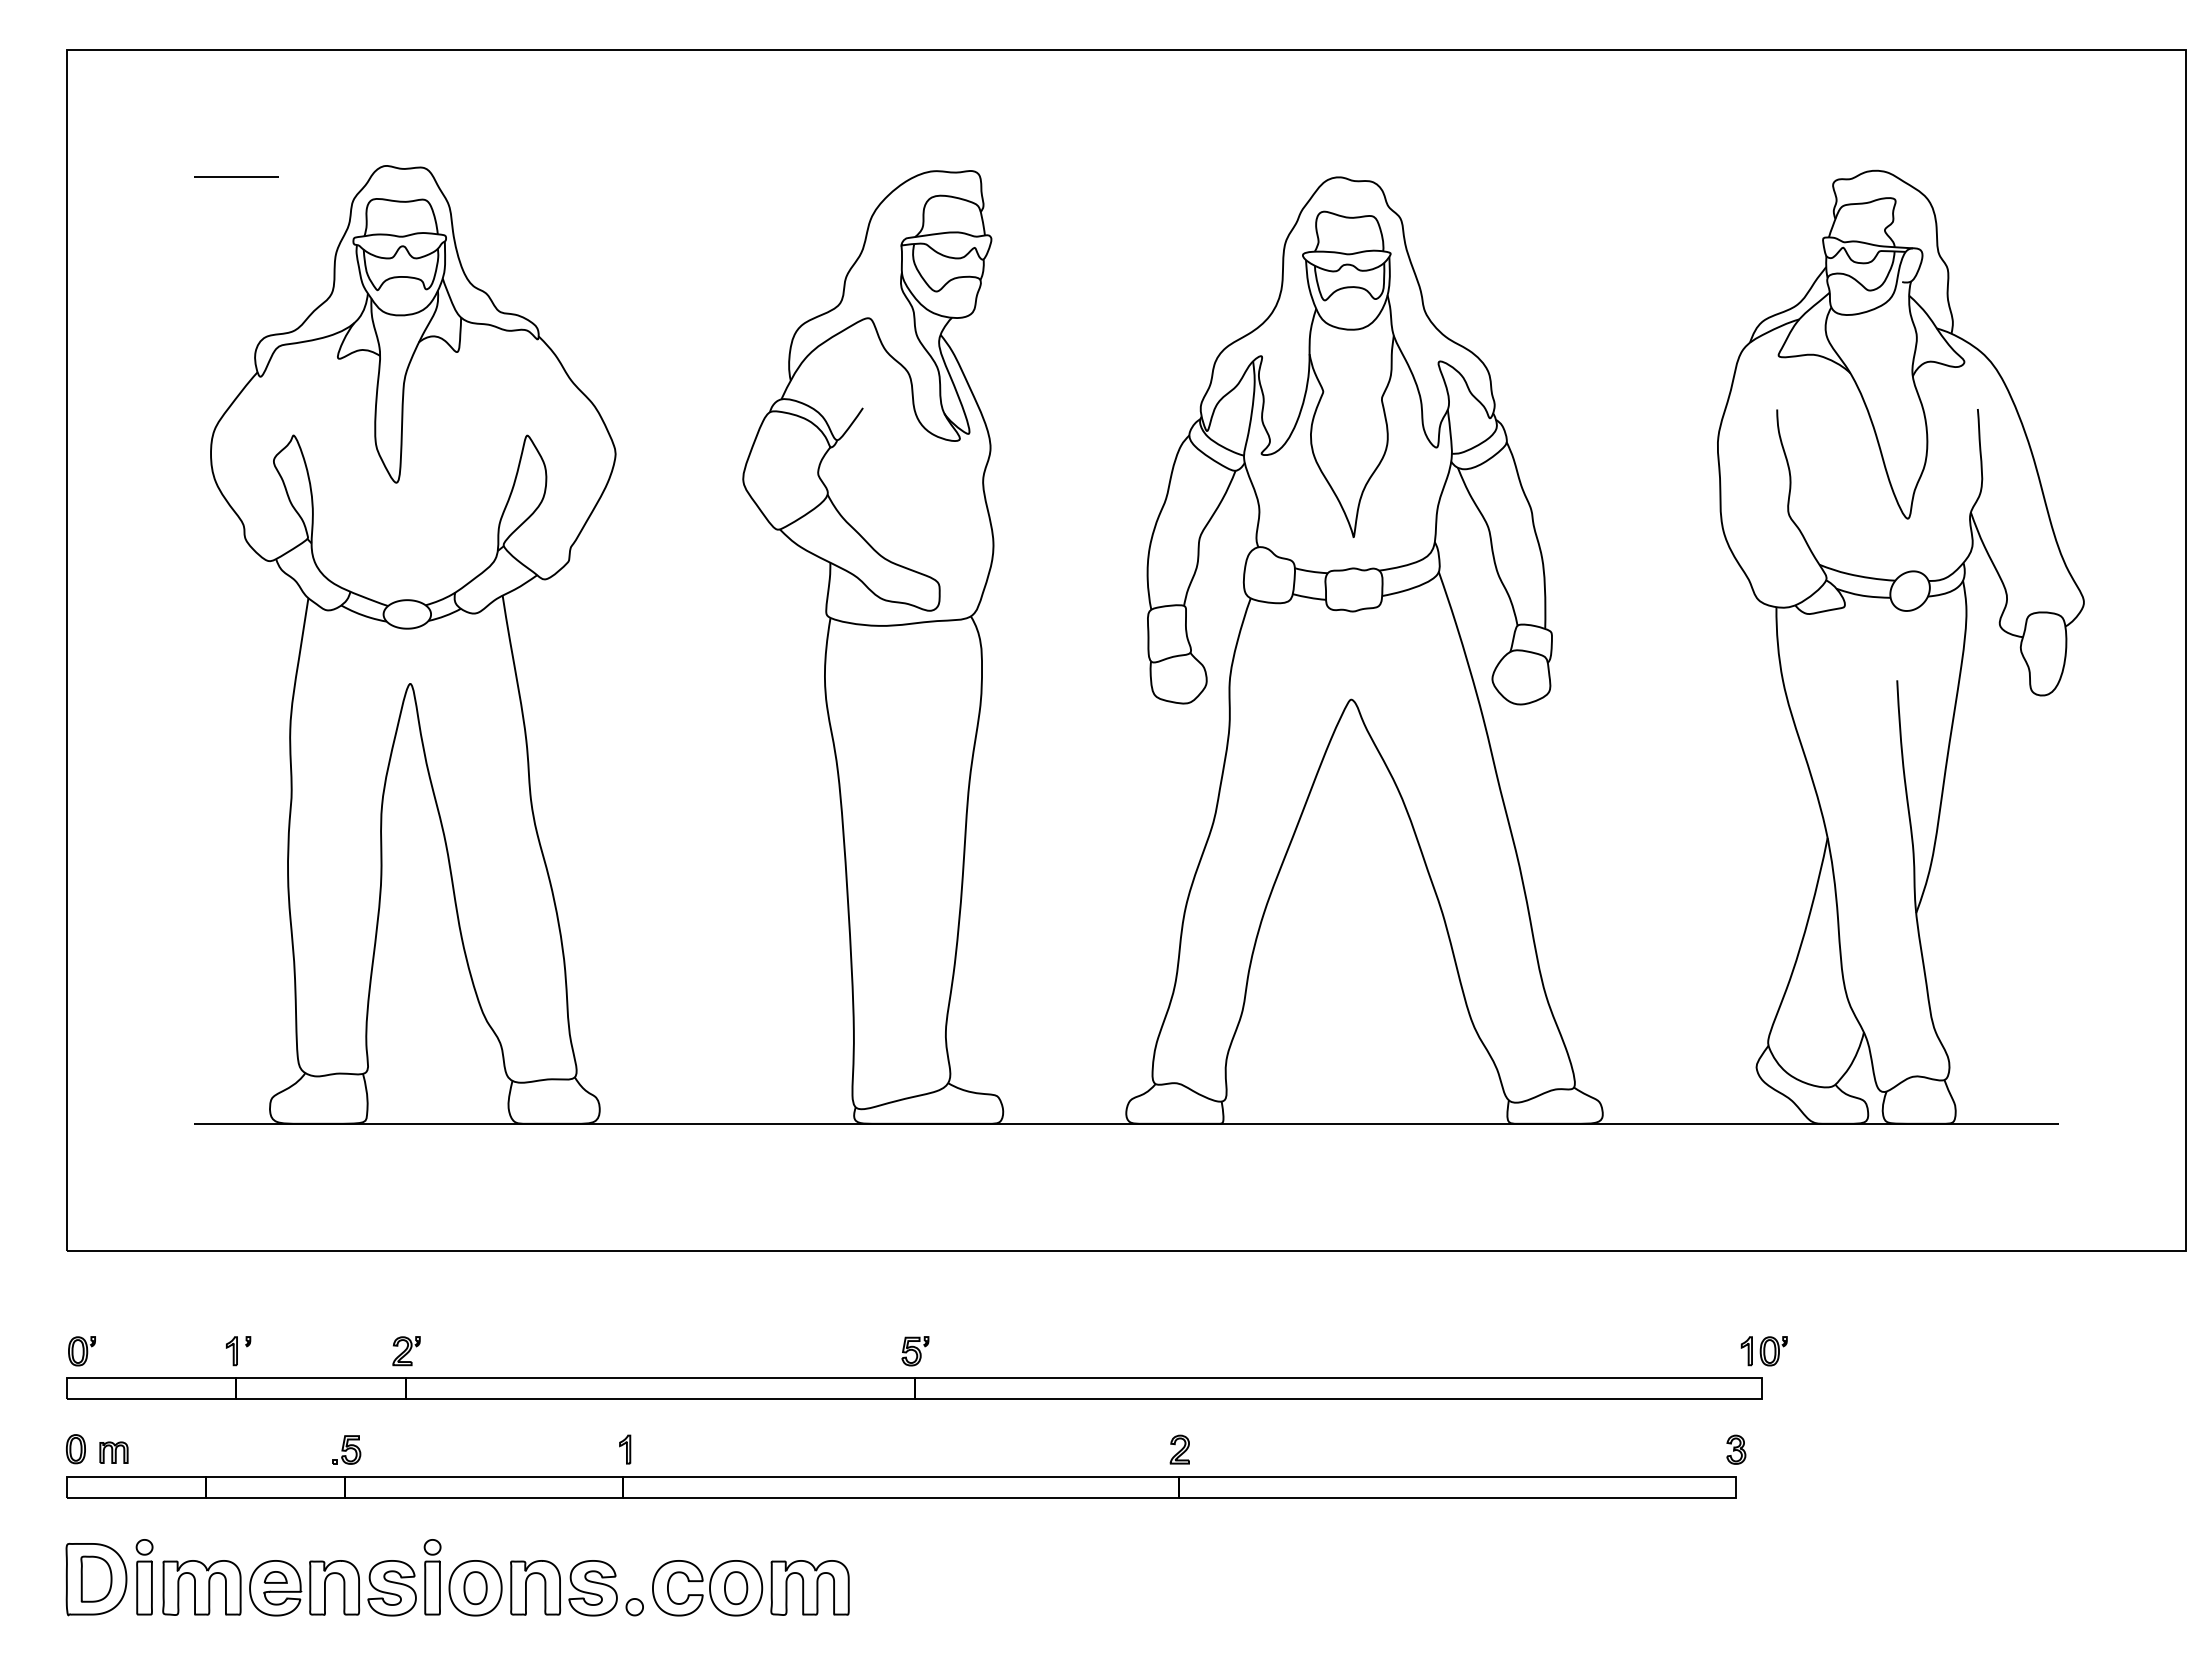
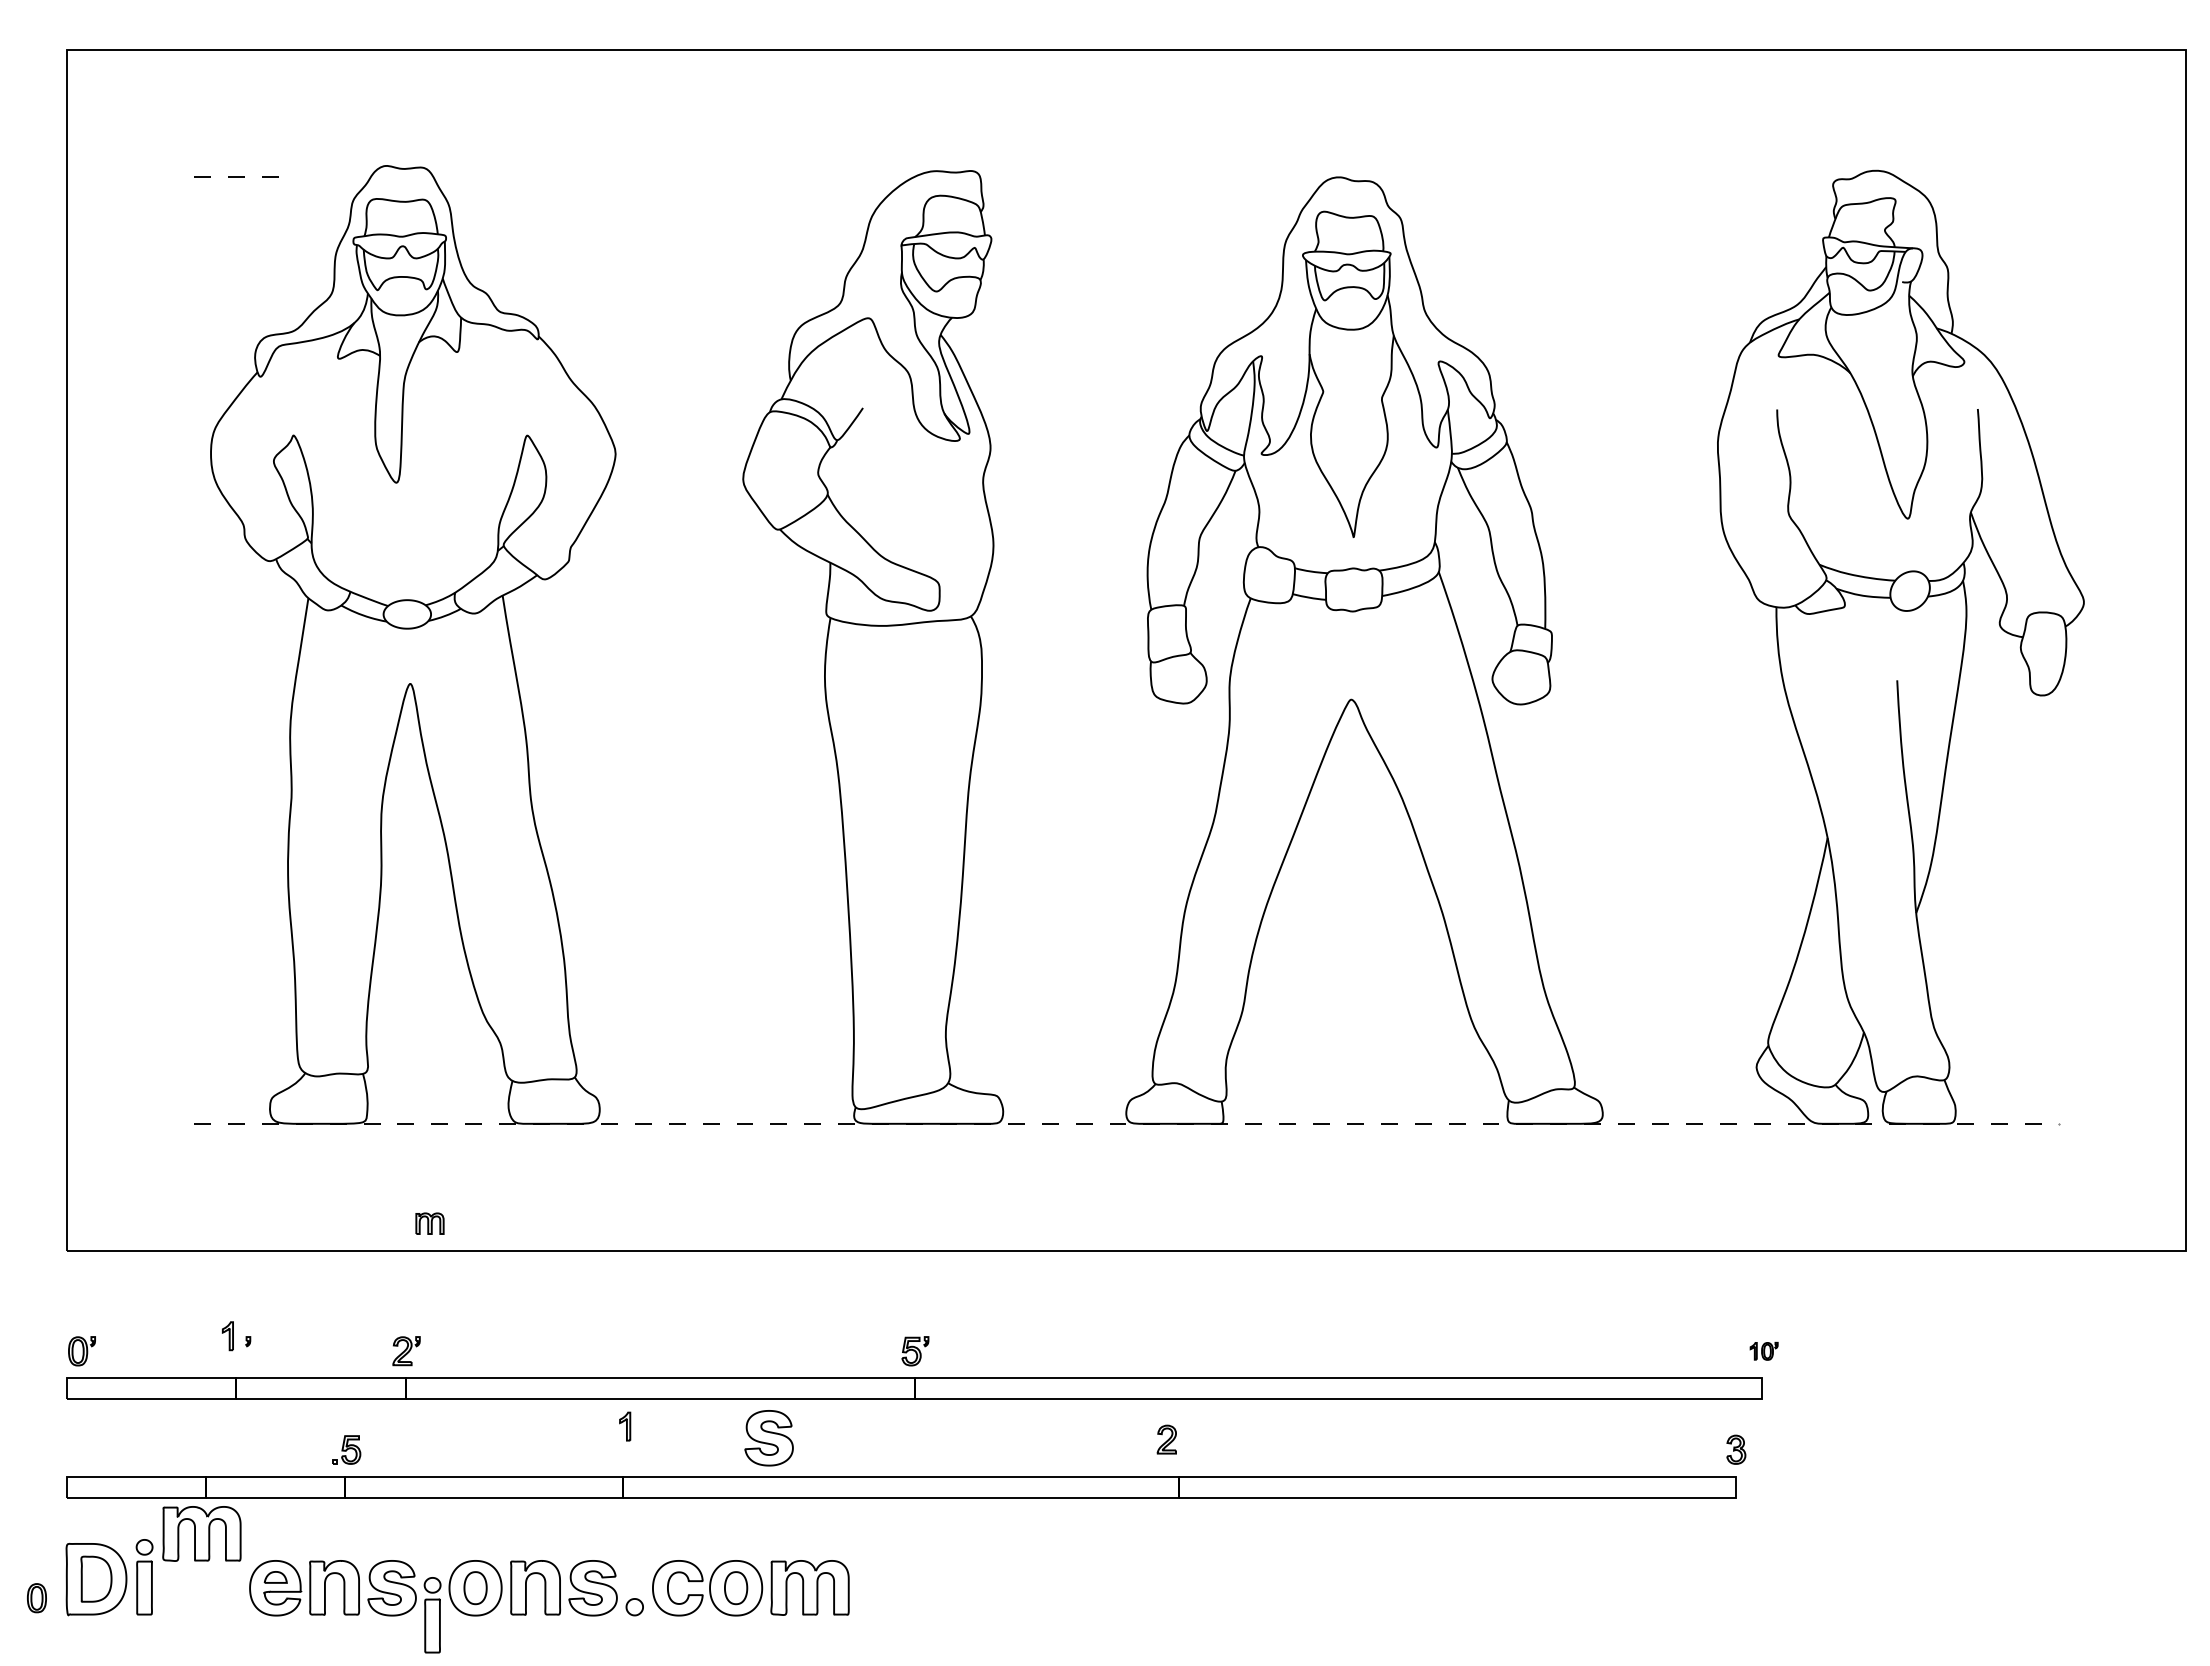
line at (236, 177): solid -> dashed
line at (1126, 1123): solid -> dashed
part at (231, 1351) position: (231, 1351) -> (227, 1336)
part at (1763, 1351) size: 48x31 px -> 30x20 px
part at (768, 1438): none -> present
part at (75, 1449) position: (75, 1449) -> (36, 1598)
part at (625, 1449) position: (625, 1449) -> (625, 1426)
part at (1179, 1449) position: (1179, 1449) -> (1166, 1439)
part at (113, 1452) position: (113, 1452) -> (429, 1223)
part at (432, 1577) position: (432, 1577) -> (432, 1615)
part at (201, 1587) position: (201, 1587) -> (201, 1533)
